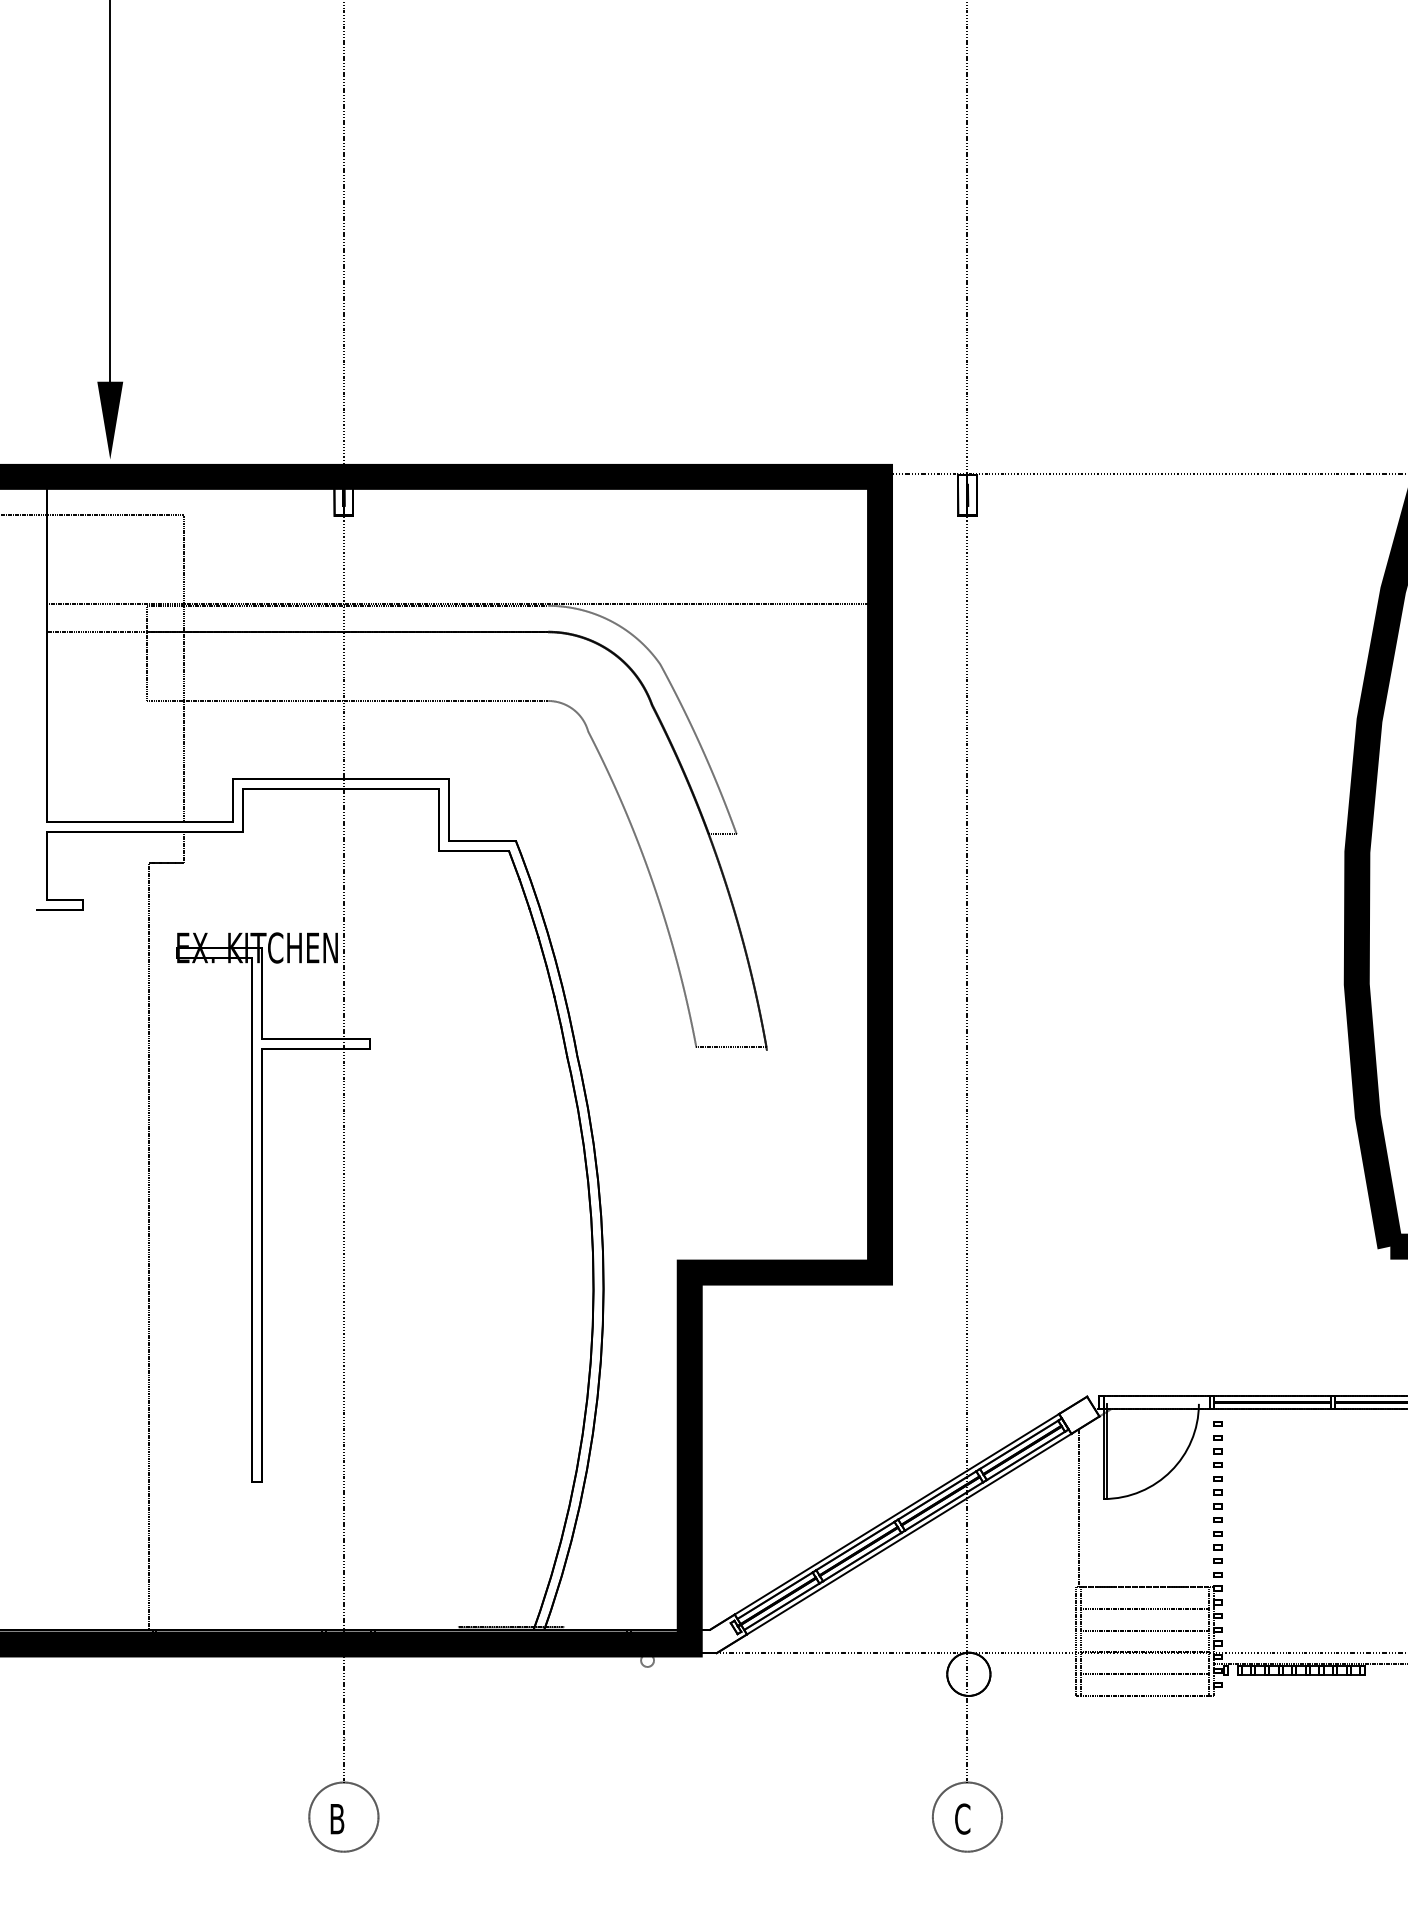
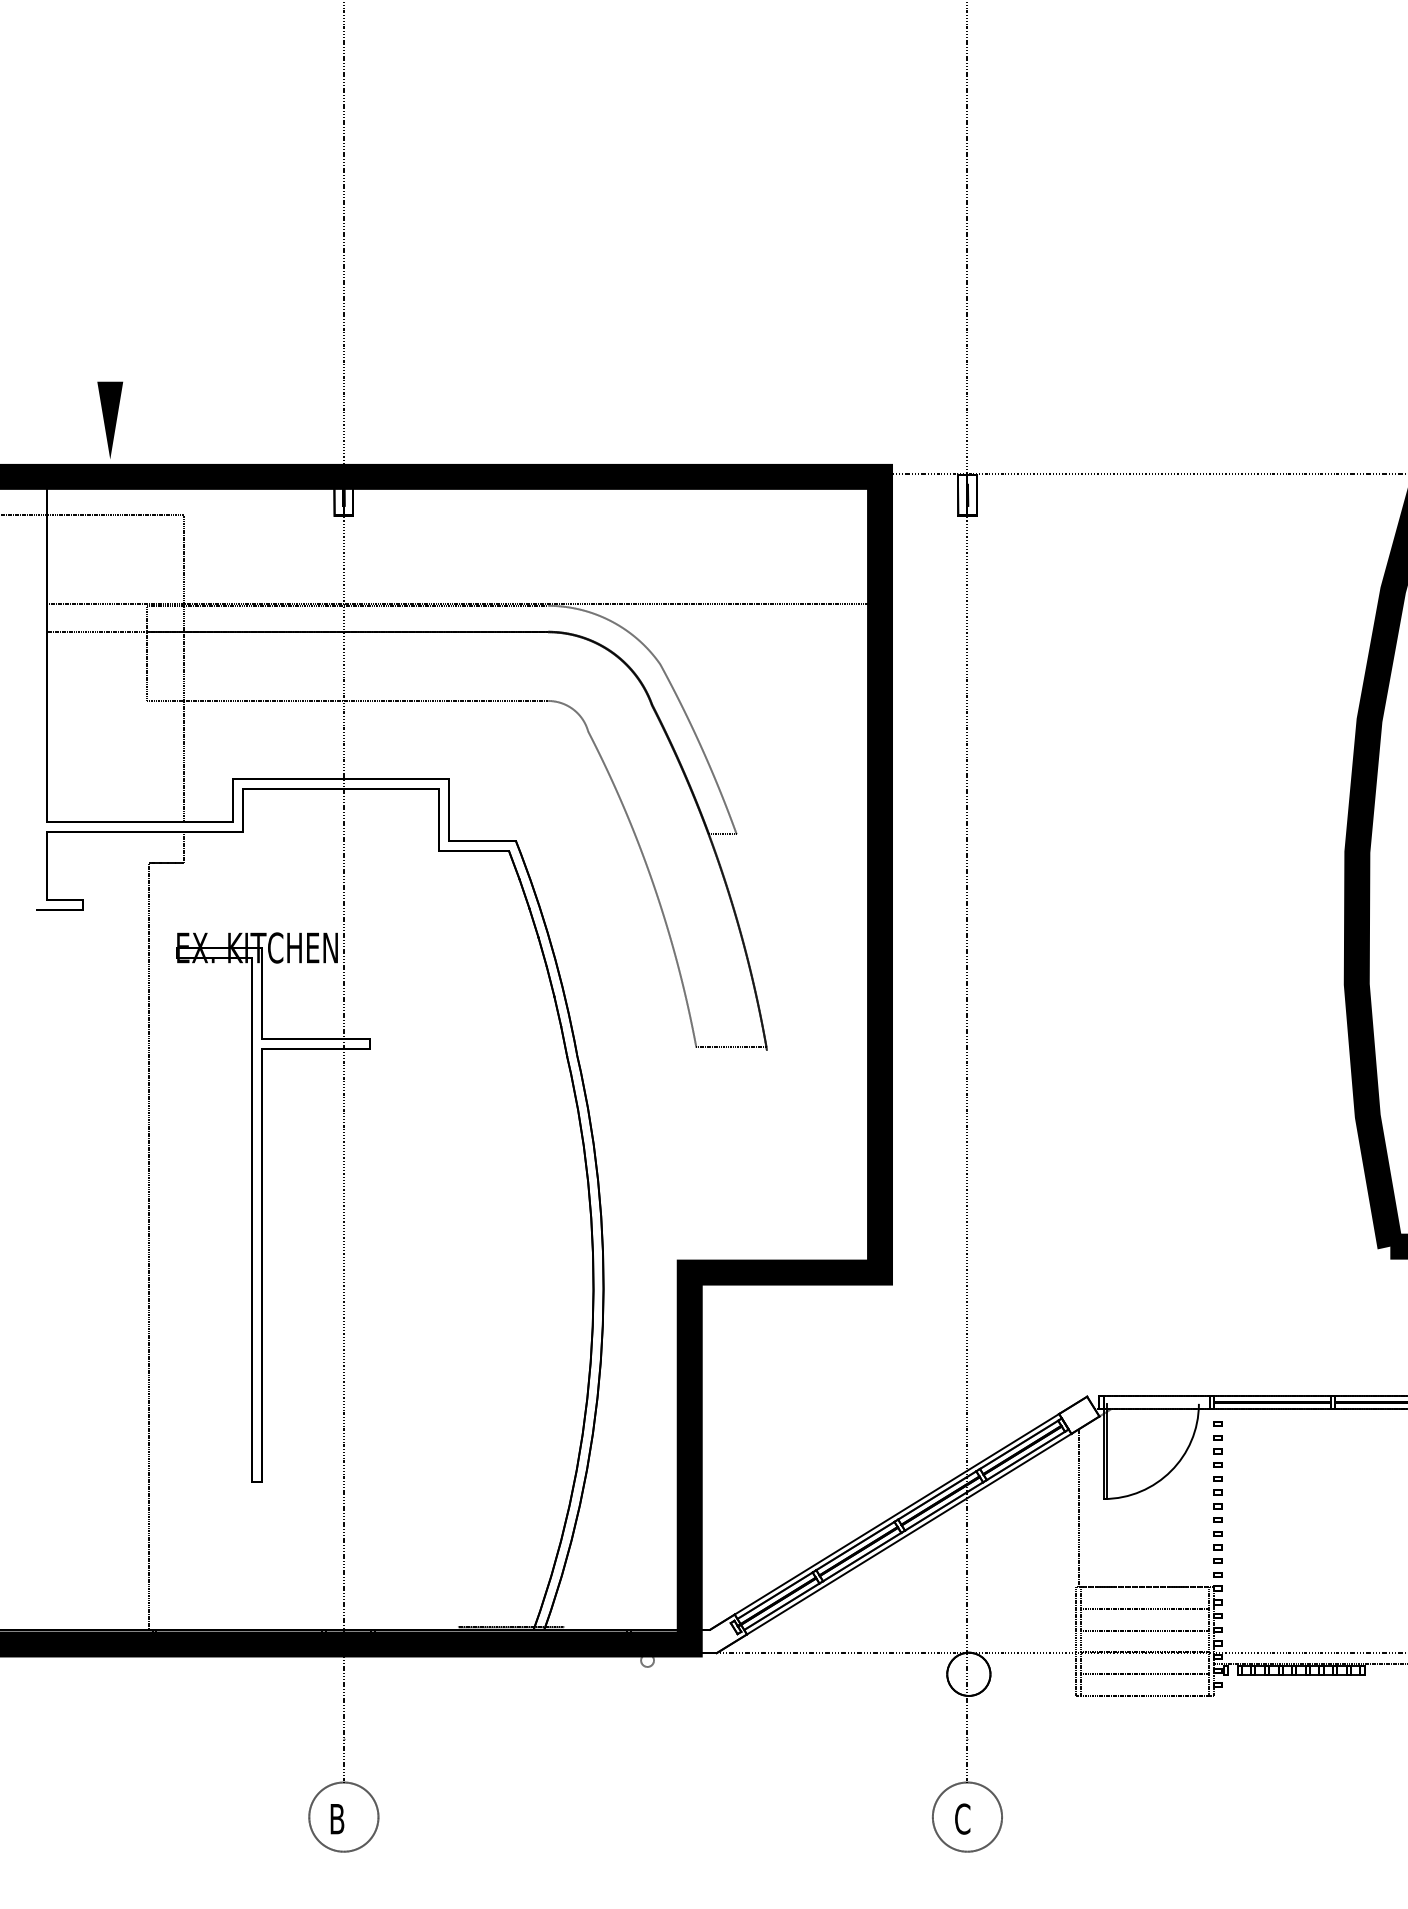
line at (110, 222): present -> none
